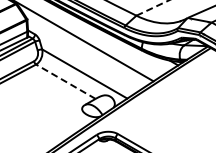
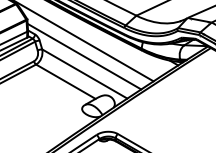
line at (153, 7): dashed -> solid
line at (84, 56): none -> present
line at (65, 81): dashed -> solid
